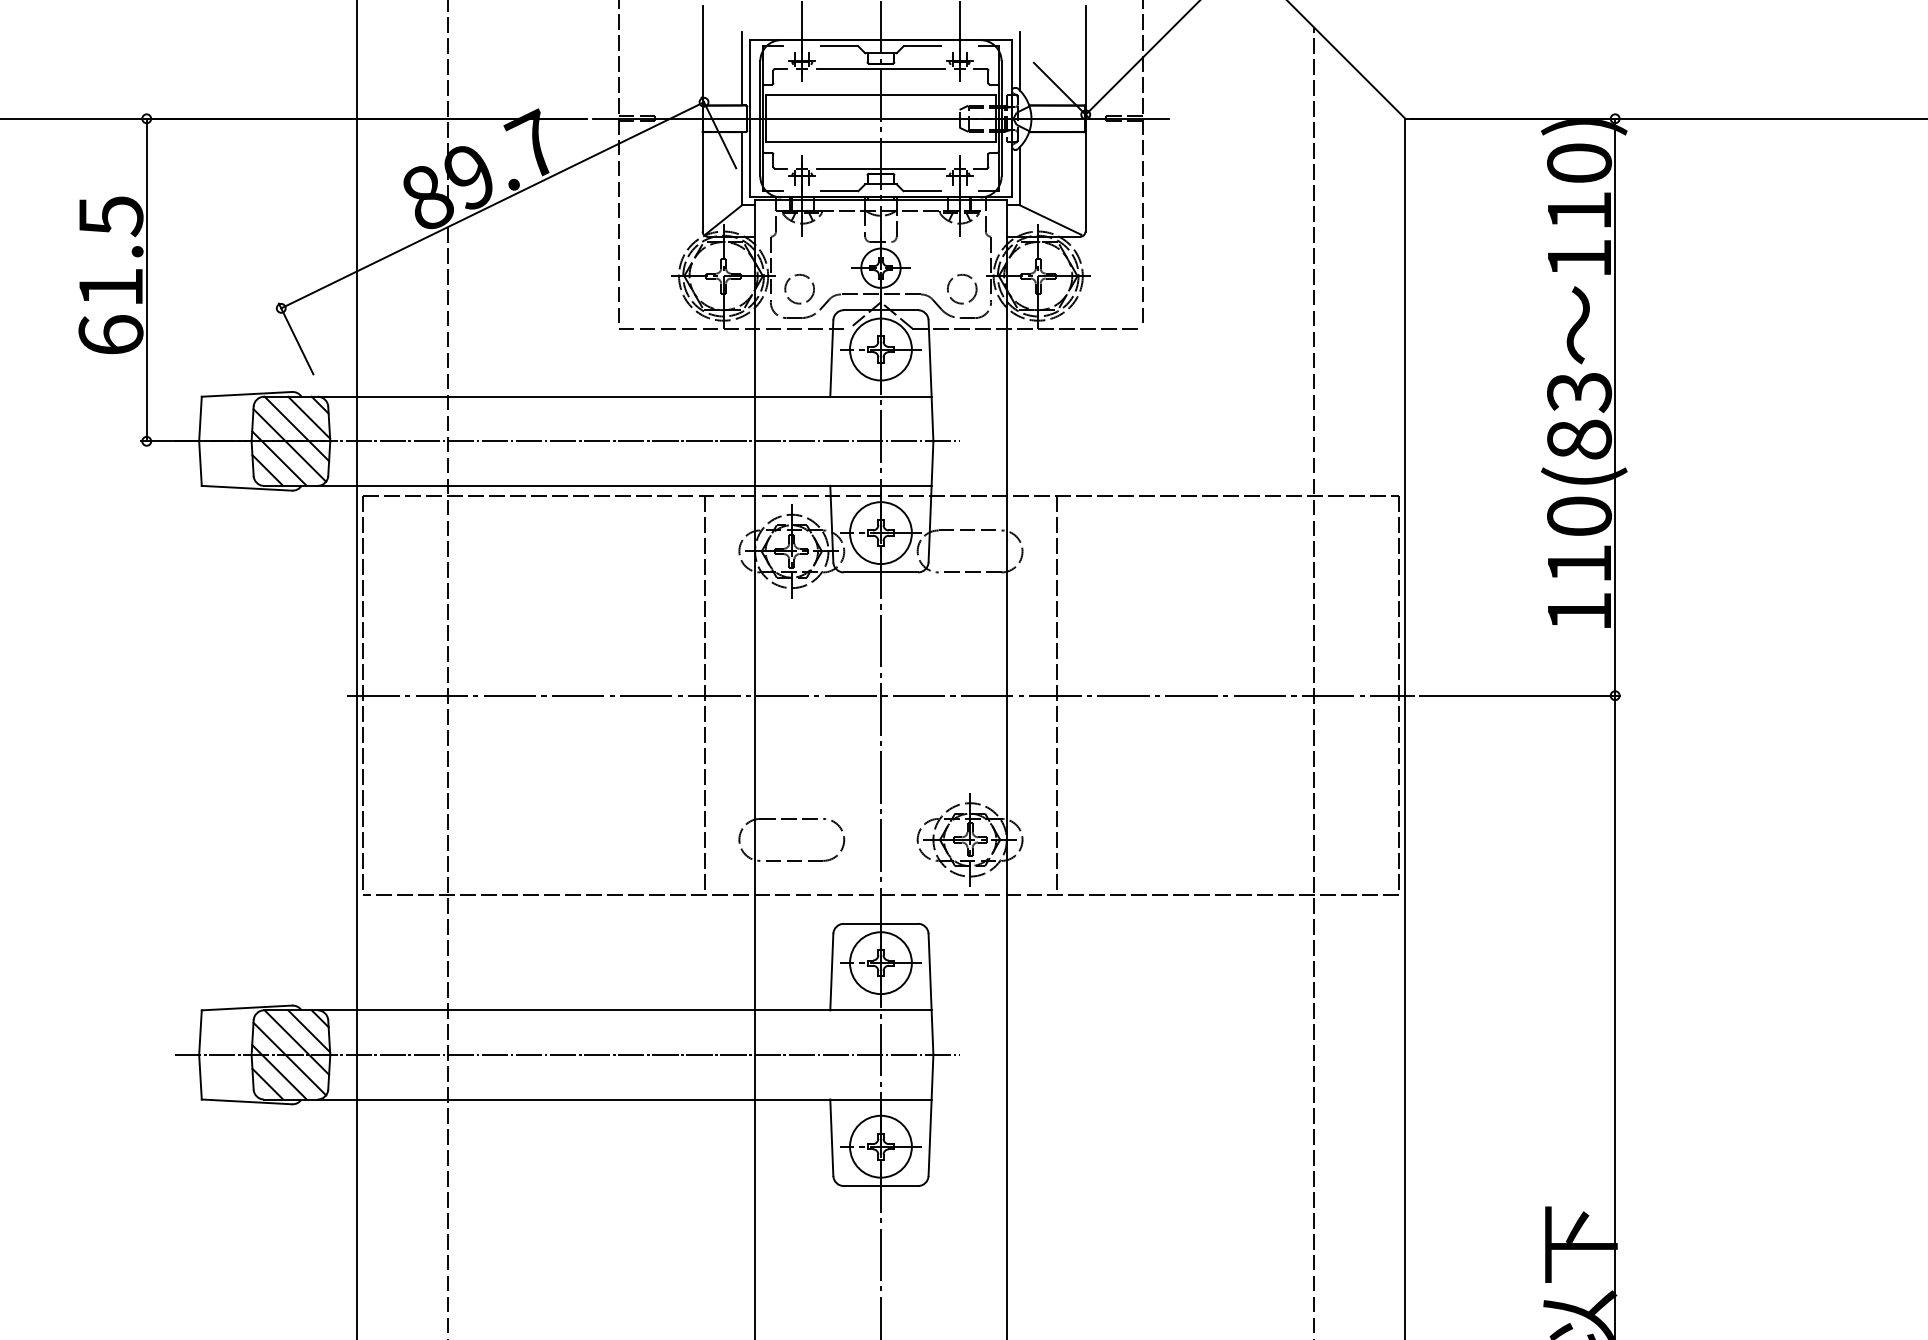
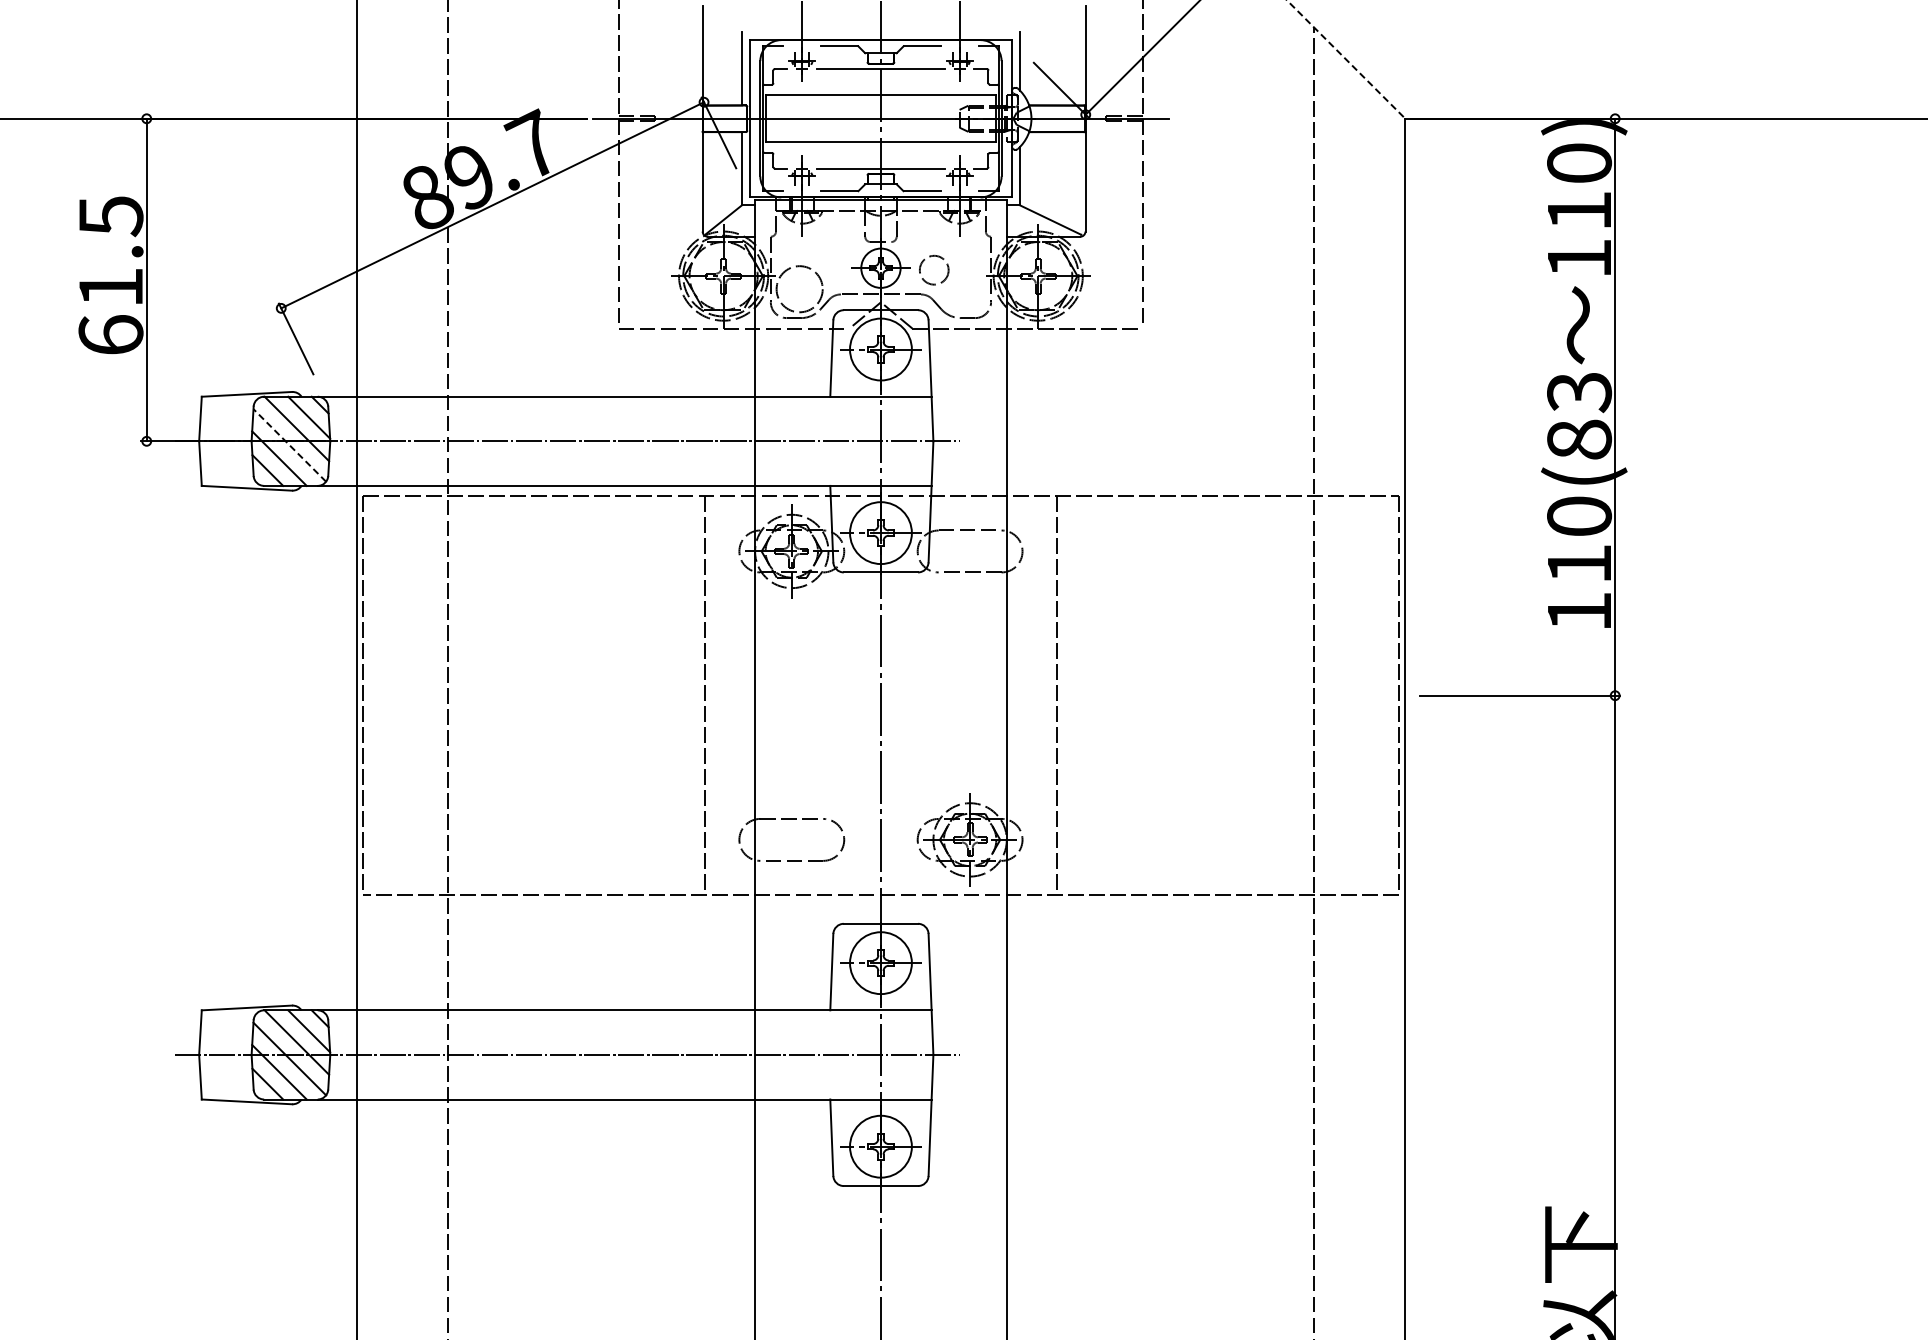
line at (1346, 59): solid -> dashed
circle at (799, 288) diameter: 29 px -> 46 px
circle at (962, 288) position: (962, 288) -> (934, 269)
line at (289, 445): solid -> dashed
line at (880, 695): present -> none
